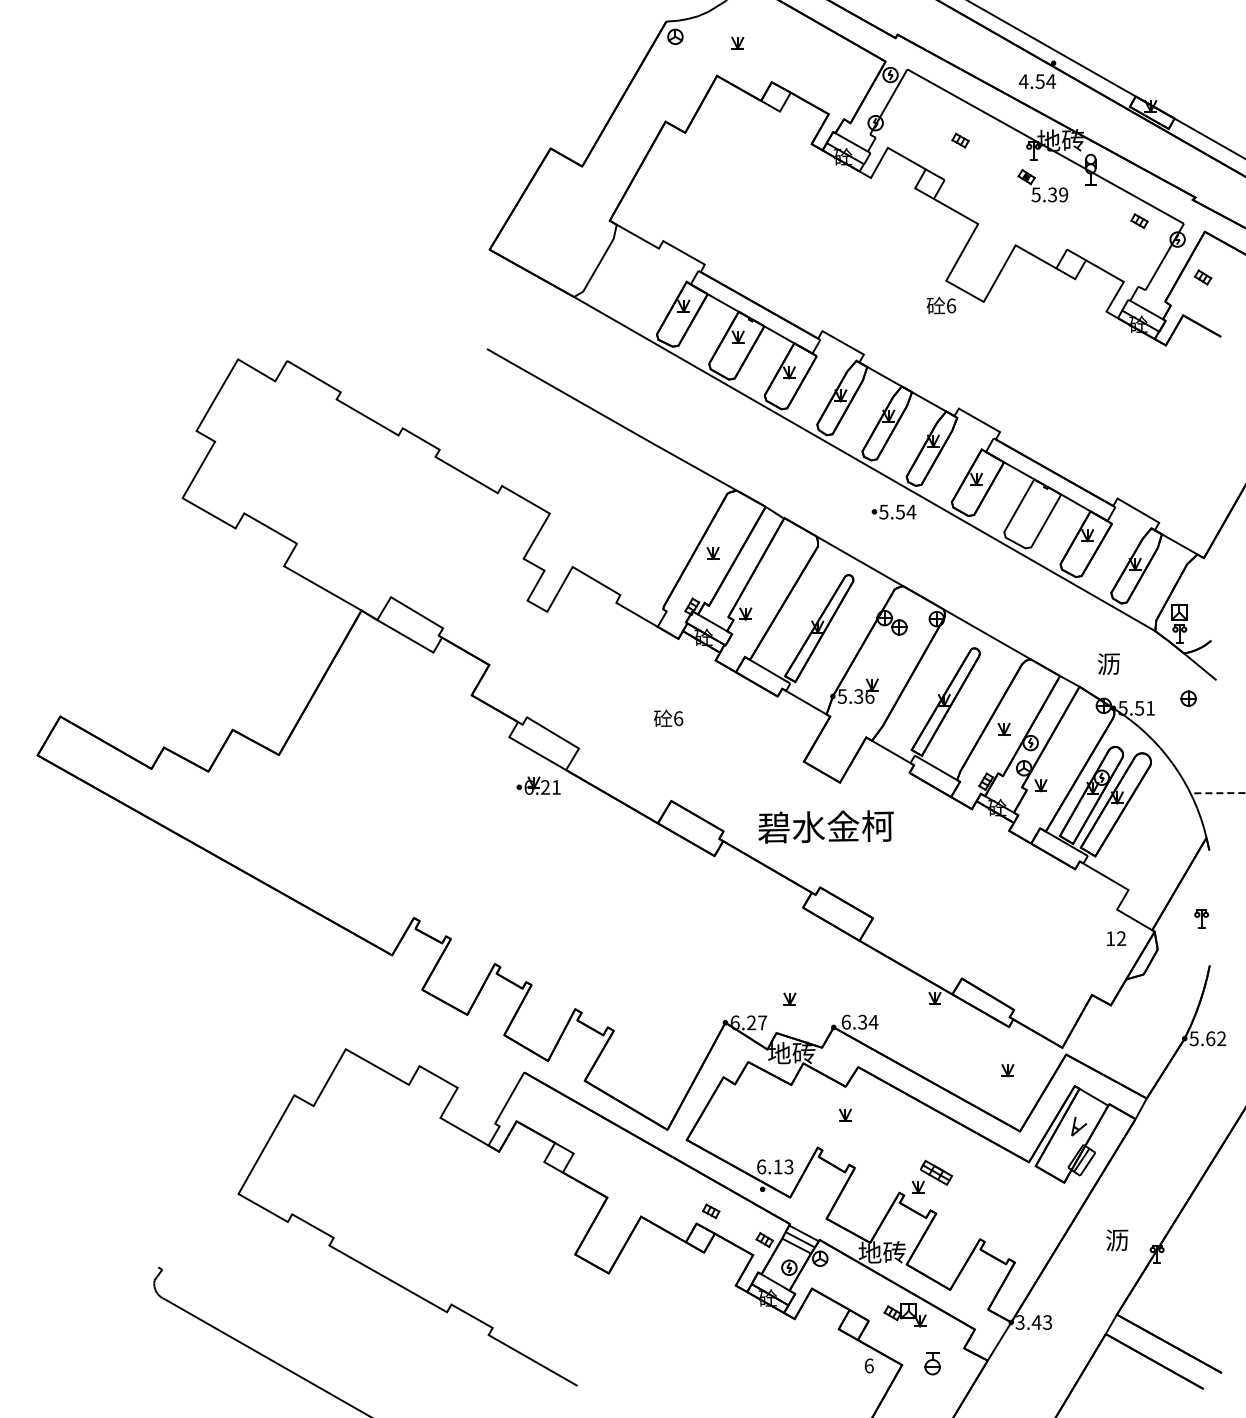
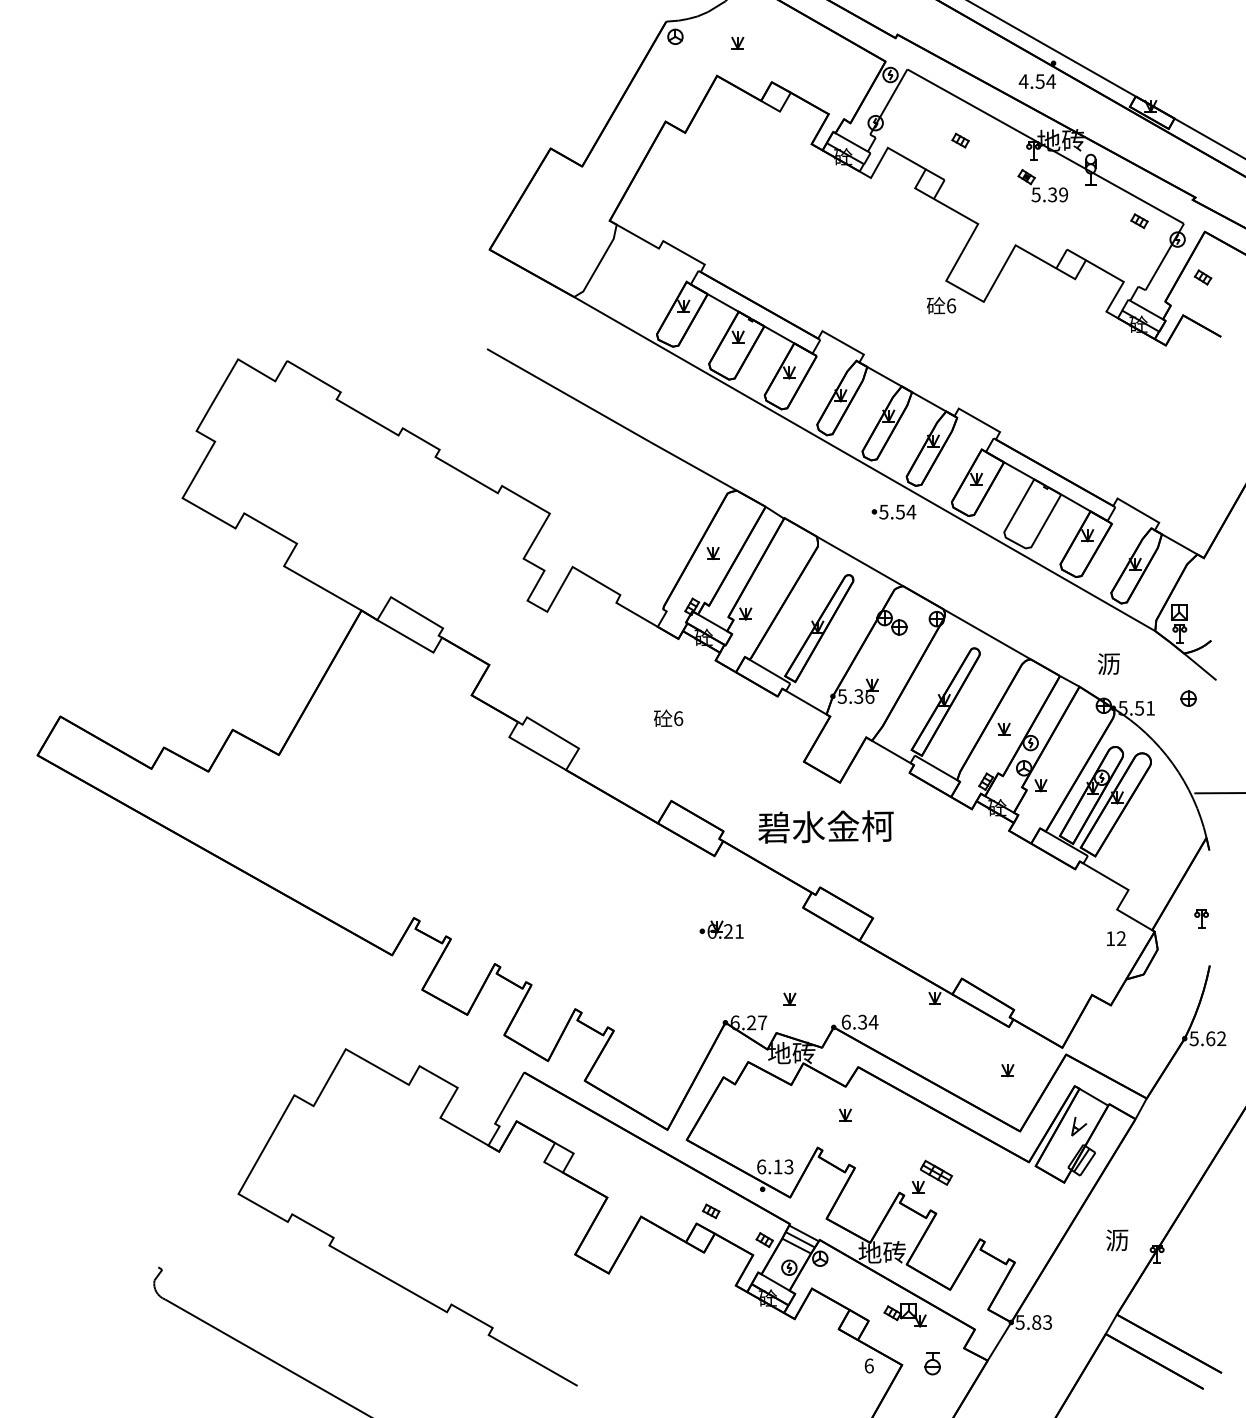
part at (538, 785) position: (538, 785) -> (721, 929)
line at (1220, 793): dashed -> solid
text at (1028, 1322): 3.43 -> 5.83
